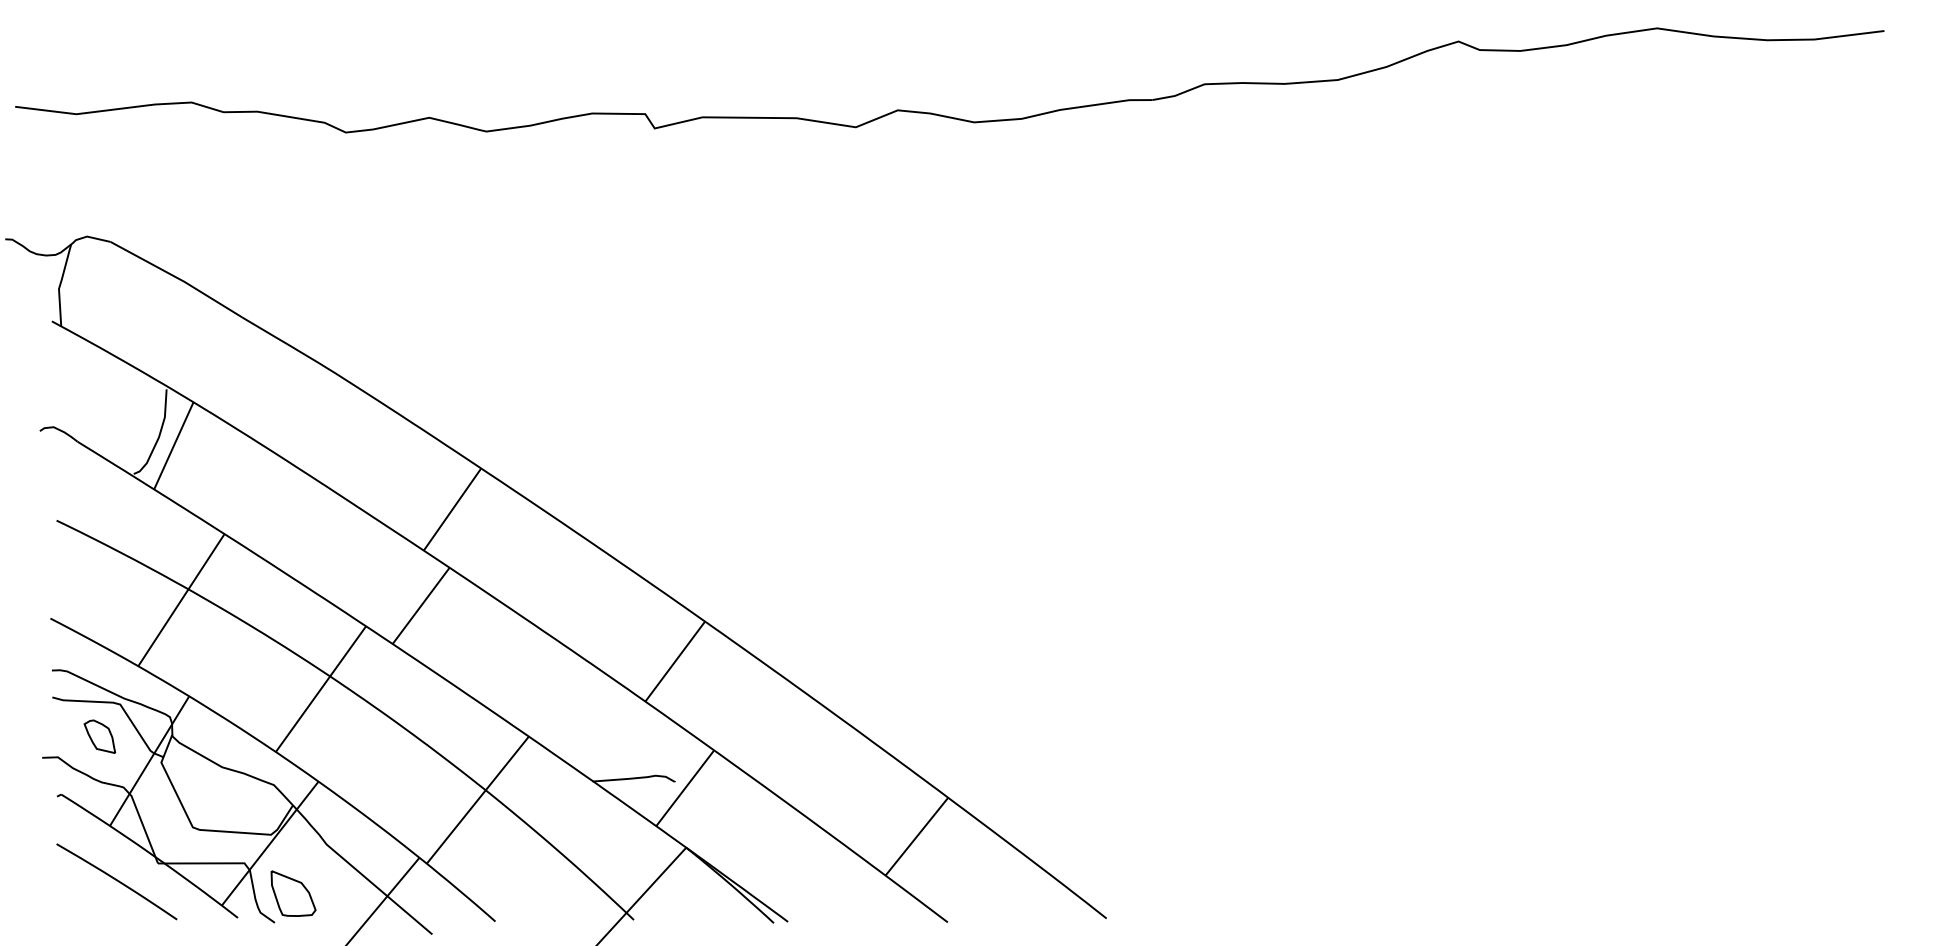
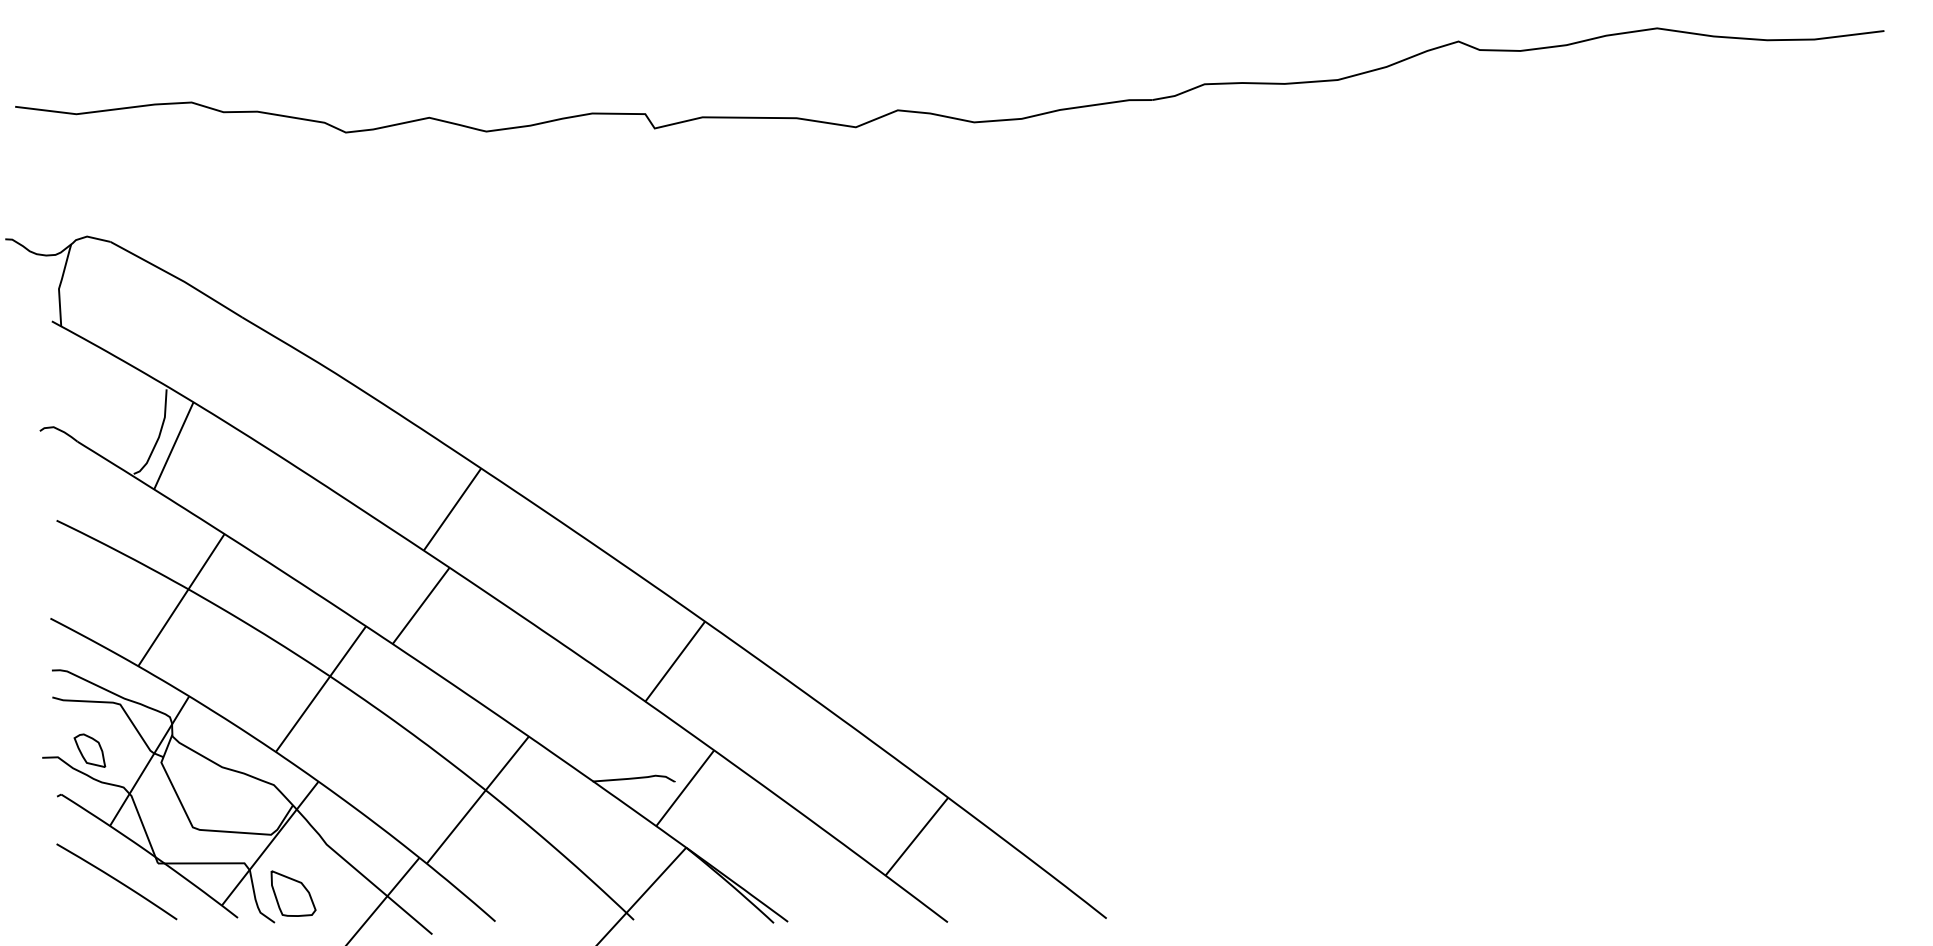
part at (99, 736) position: (99, 736) -> (89, 750)
